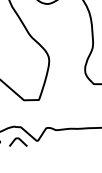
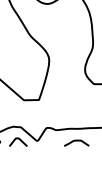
curve at (76, 141): none -> present
